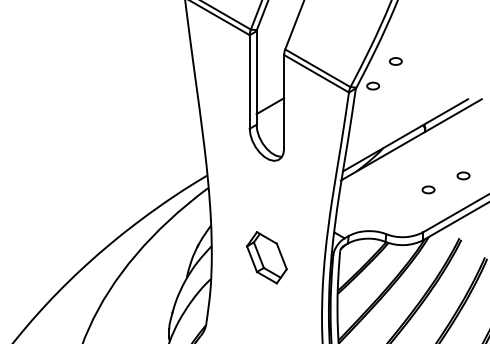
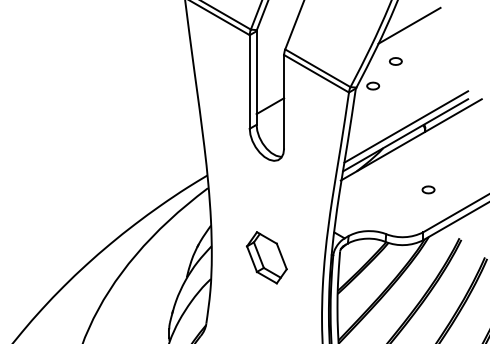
line at (409, 25): none -> present
line at (406, 126): none -> present
part at (463, 175): present -> none
